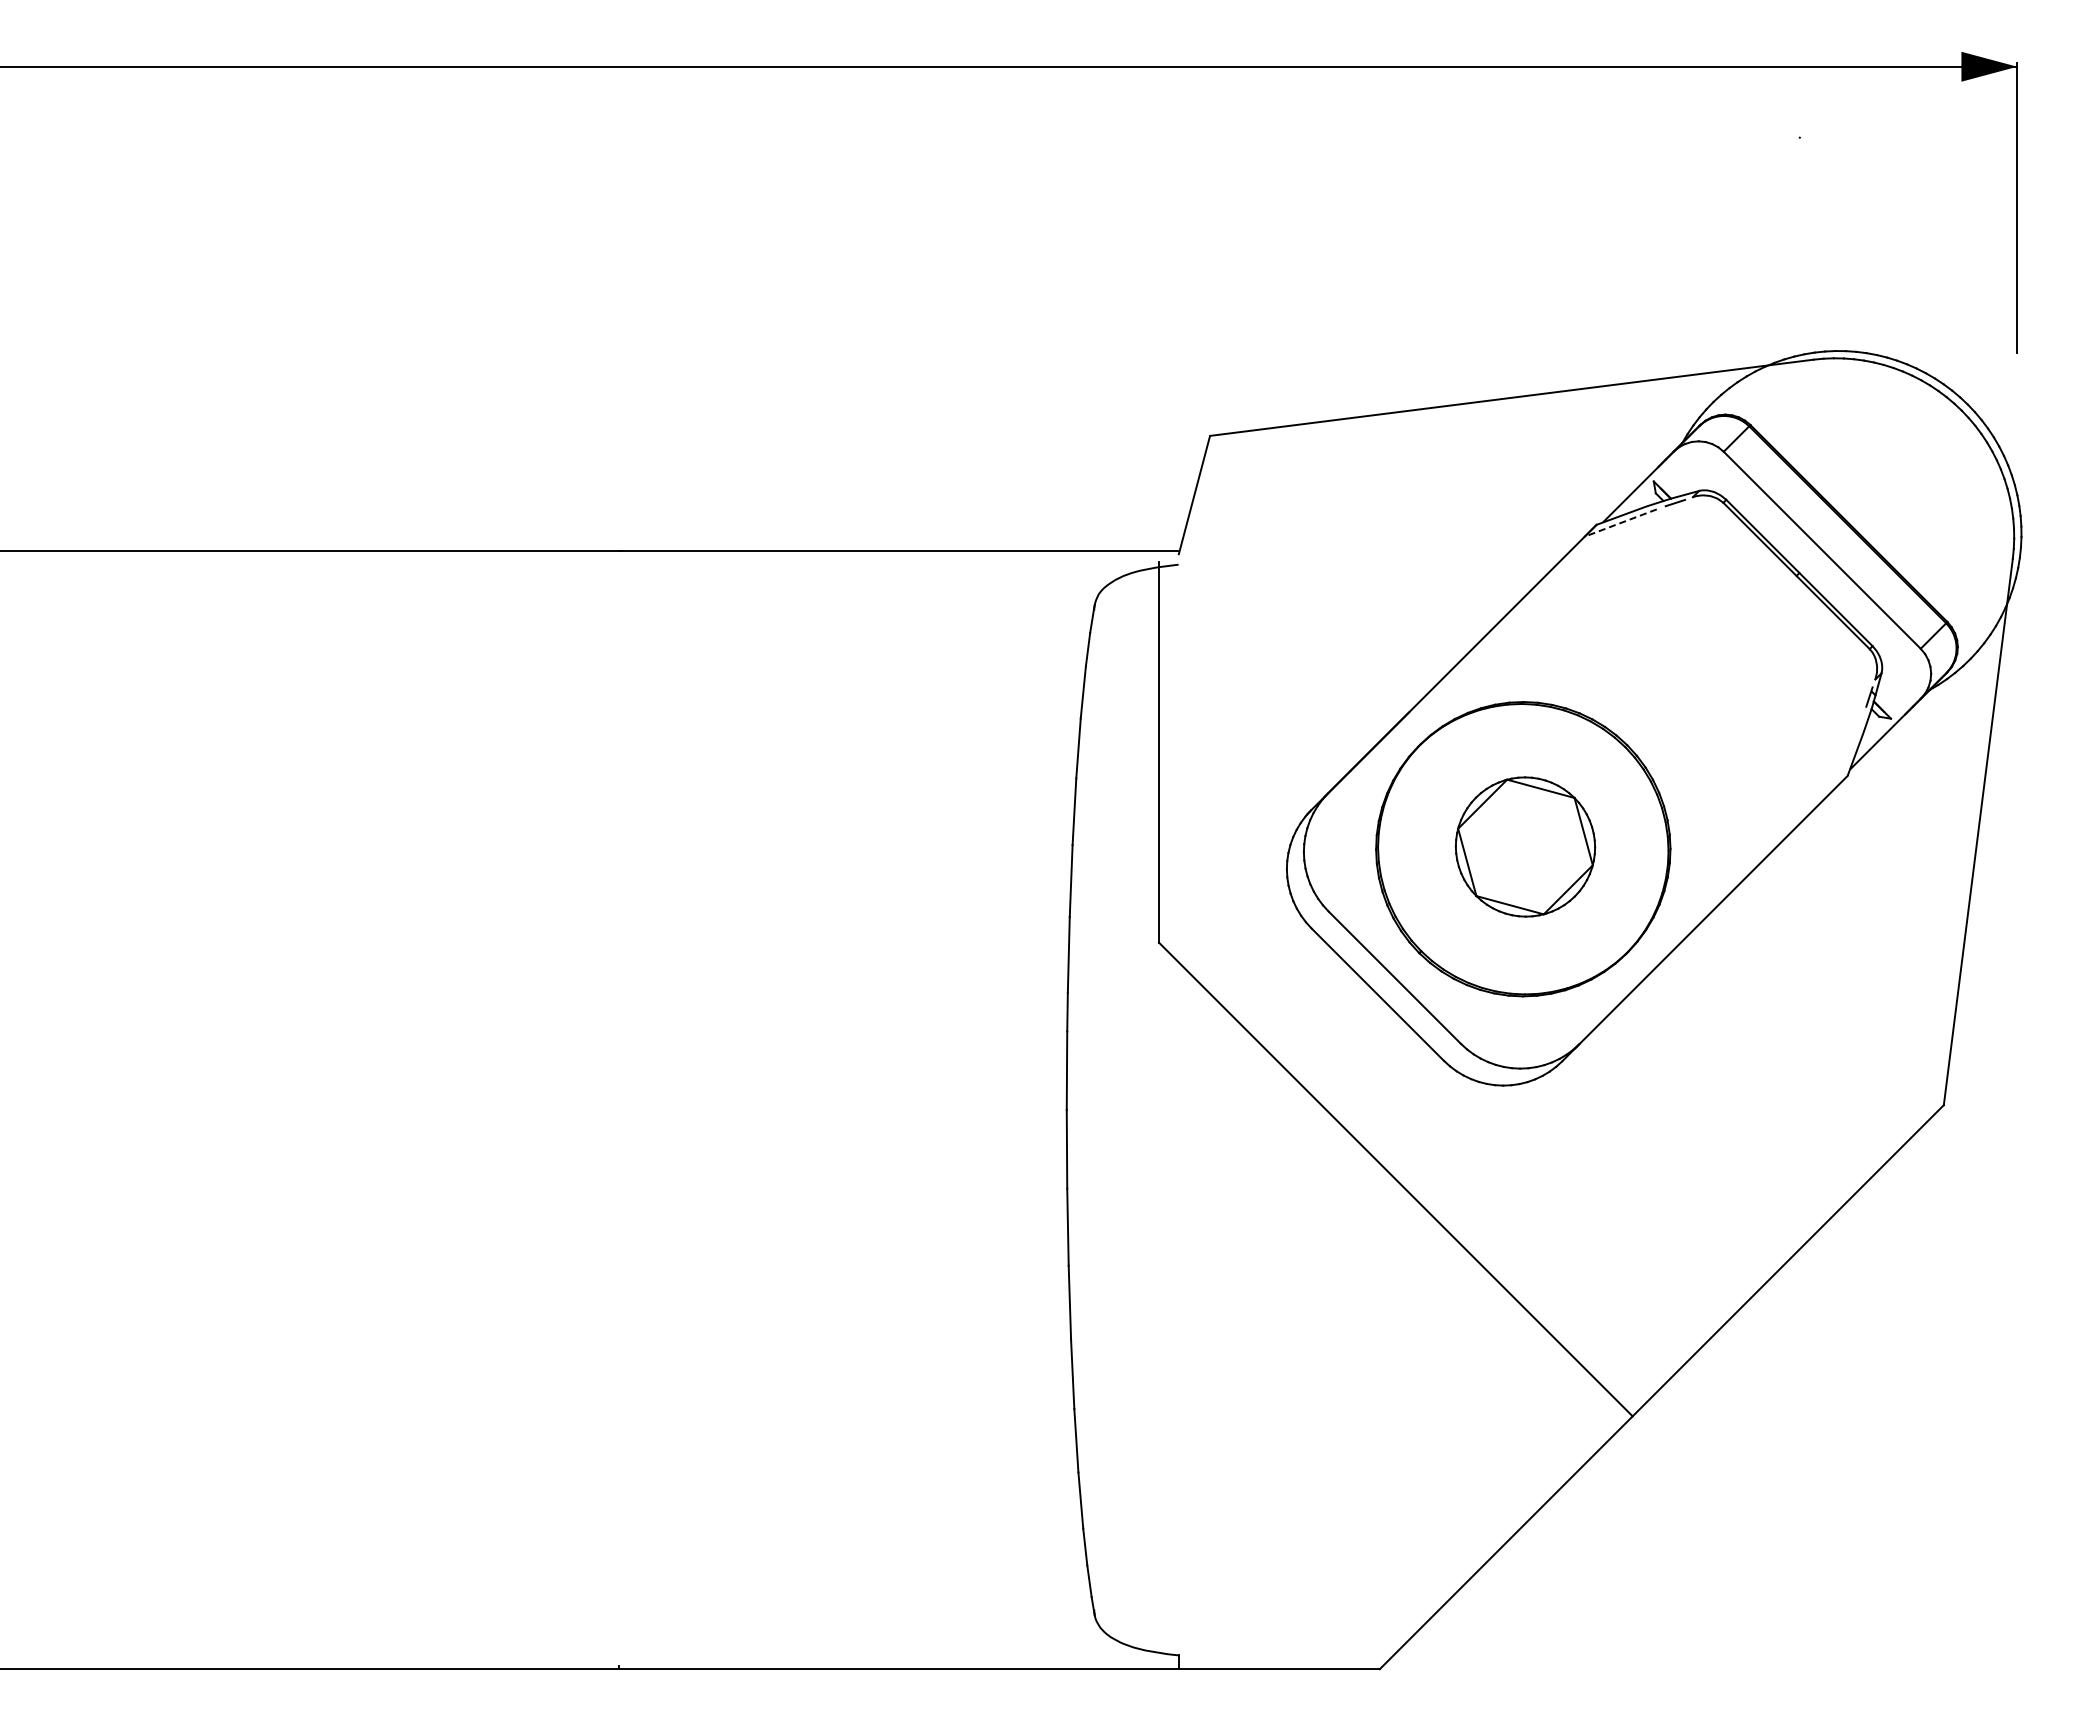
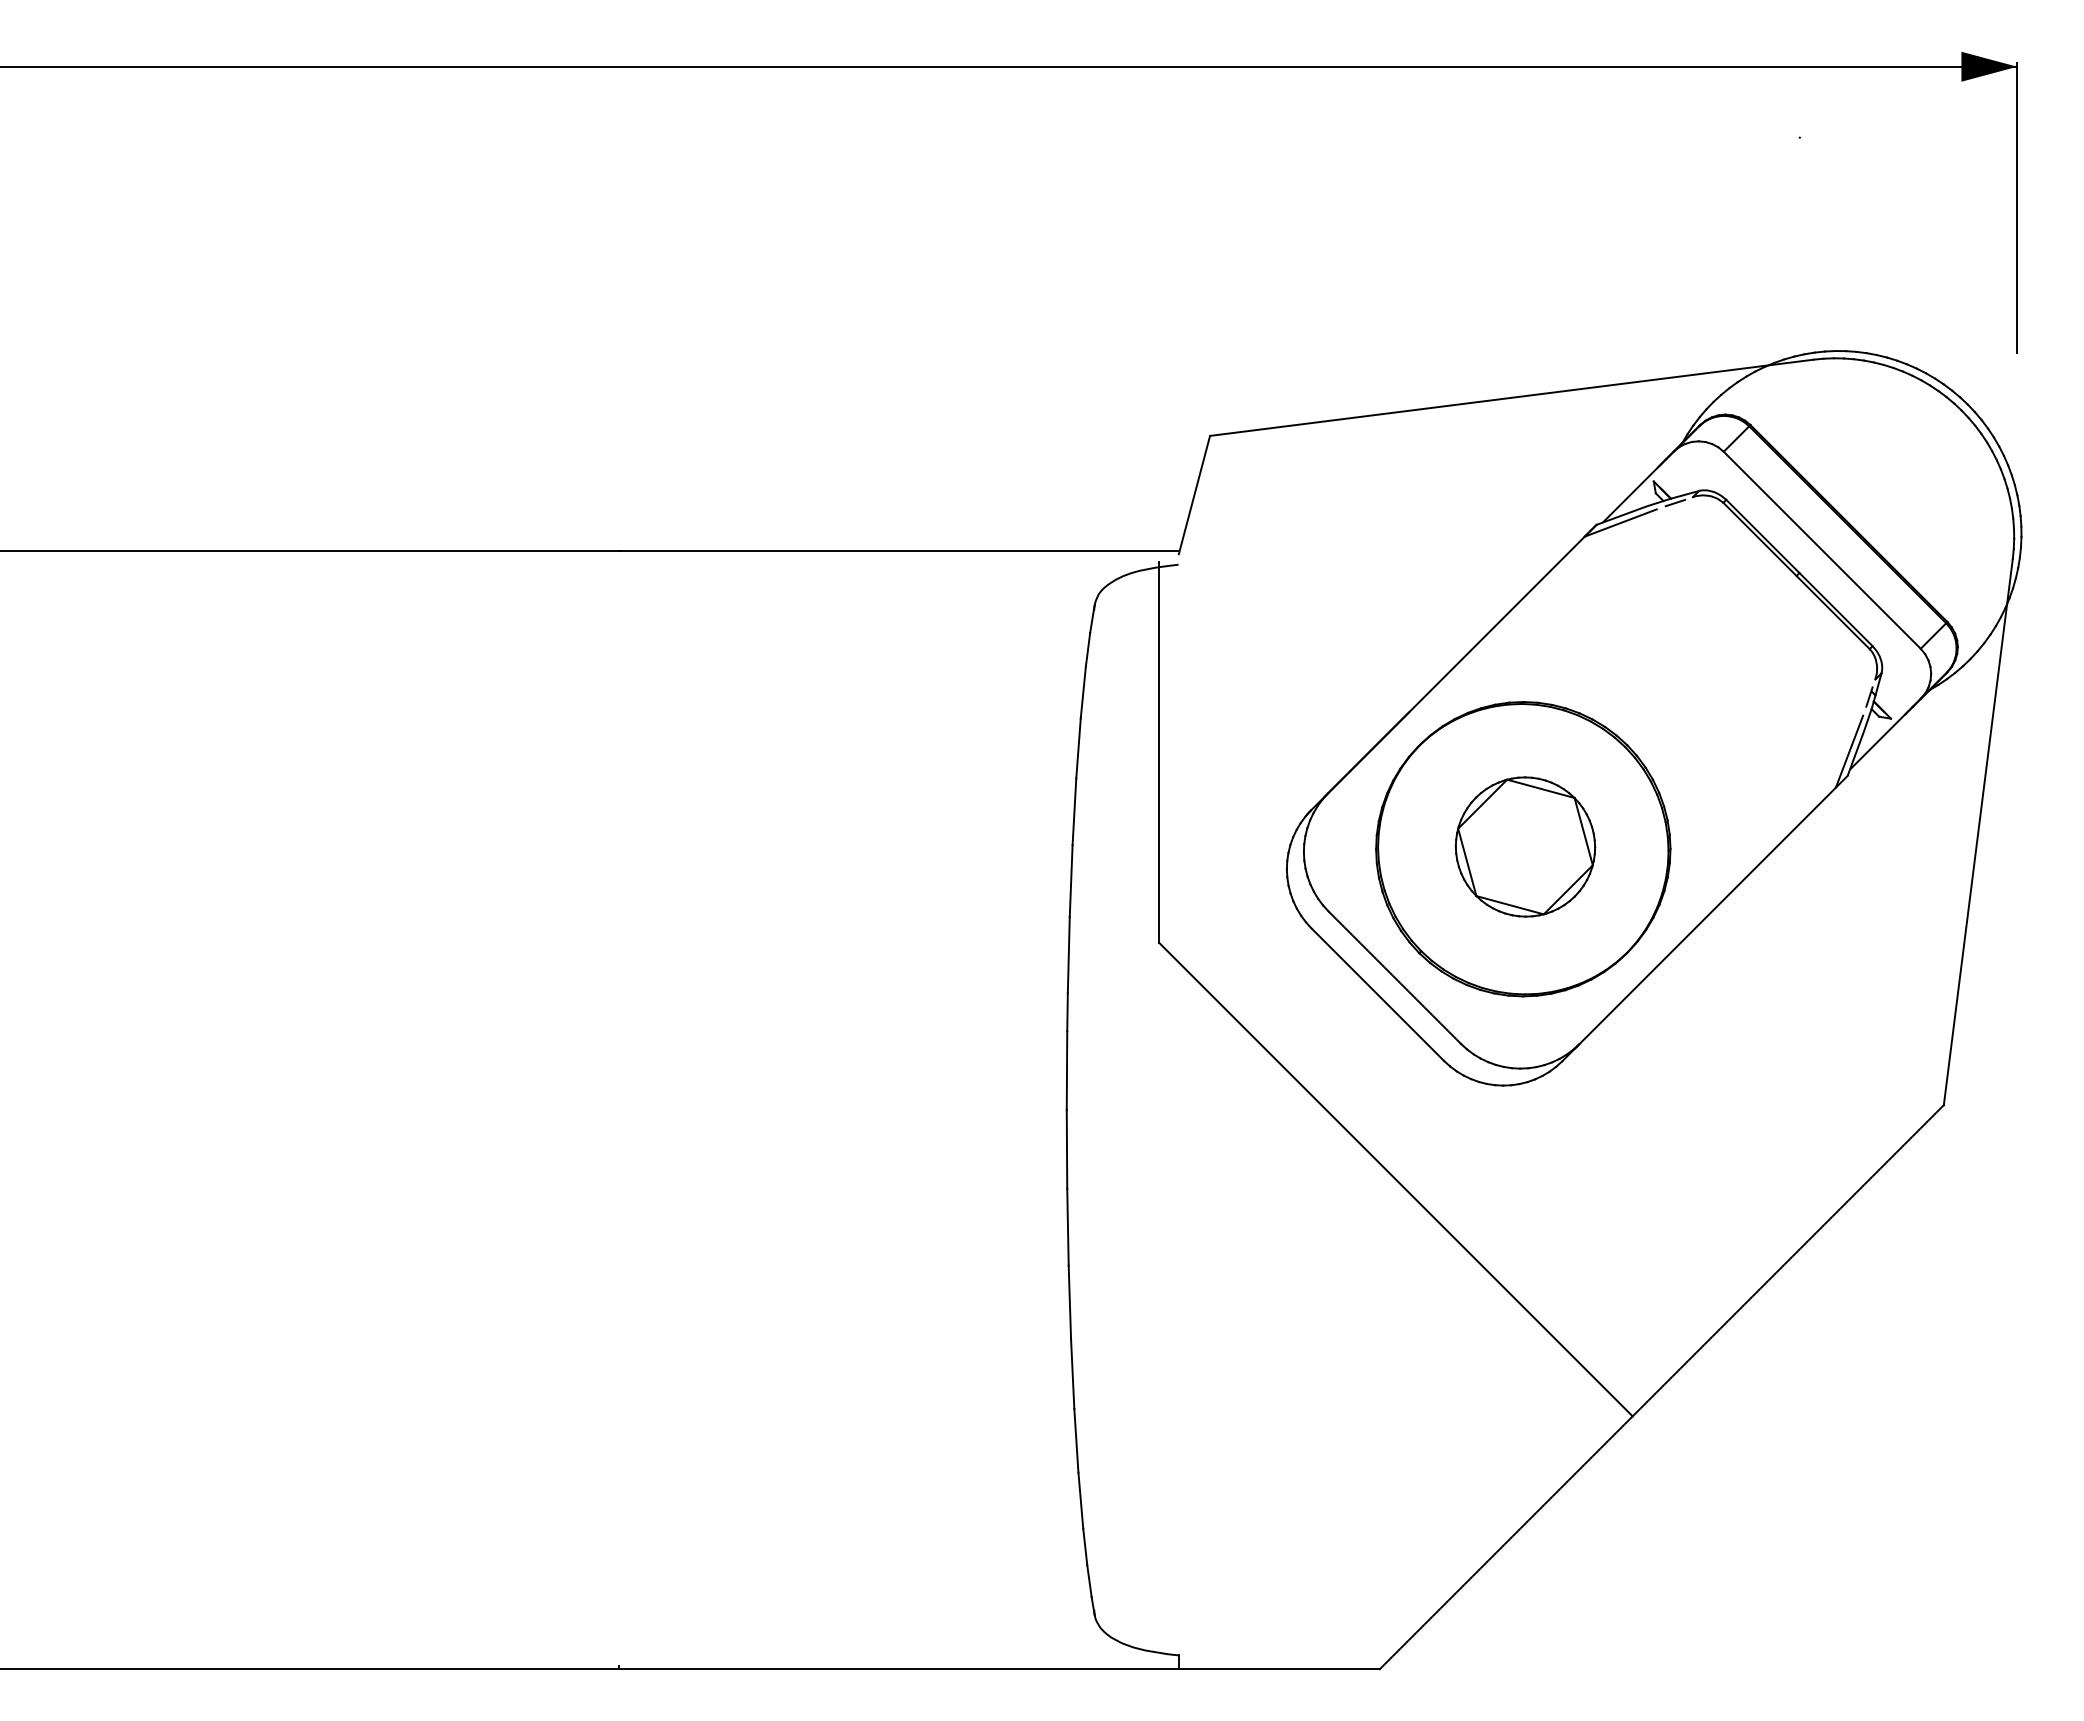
line at (1620, 523): dashed -> solid
line at (1849, 751): none -> present
